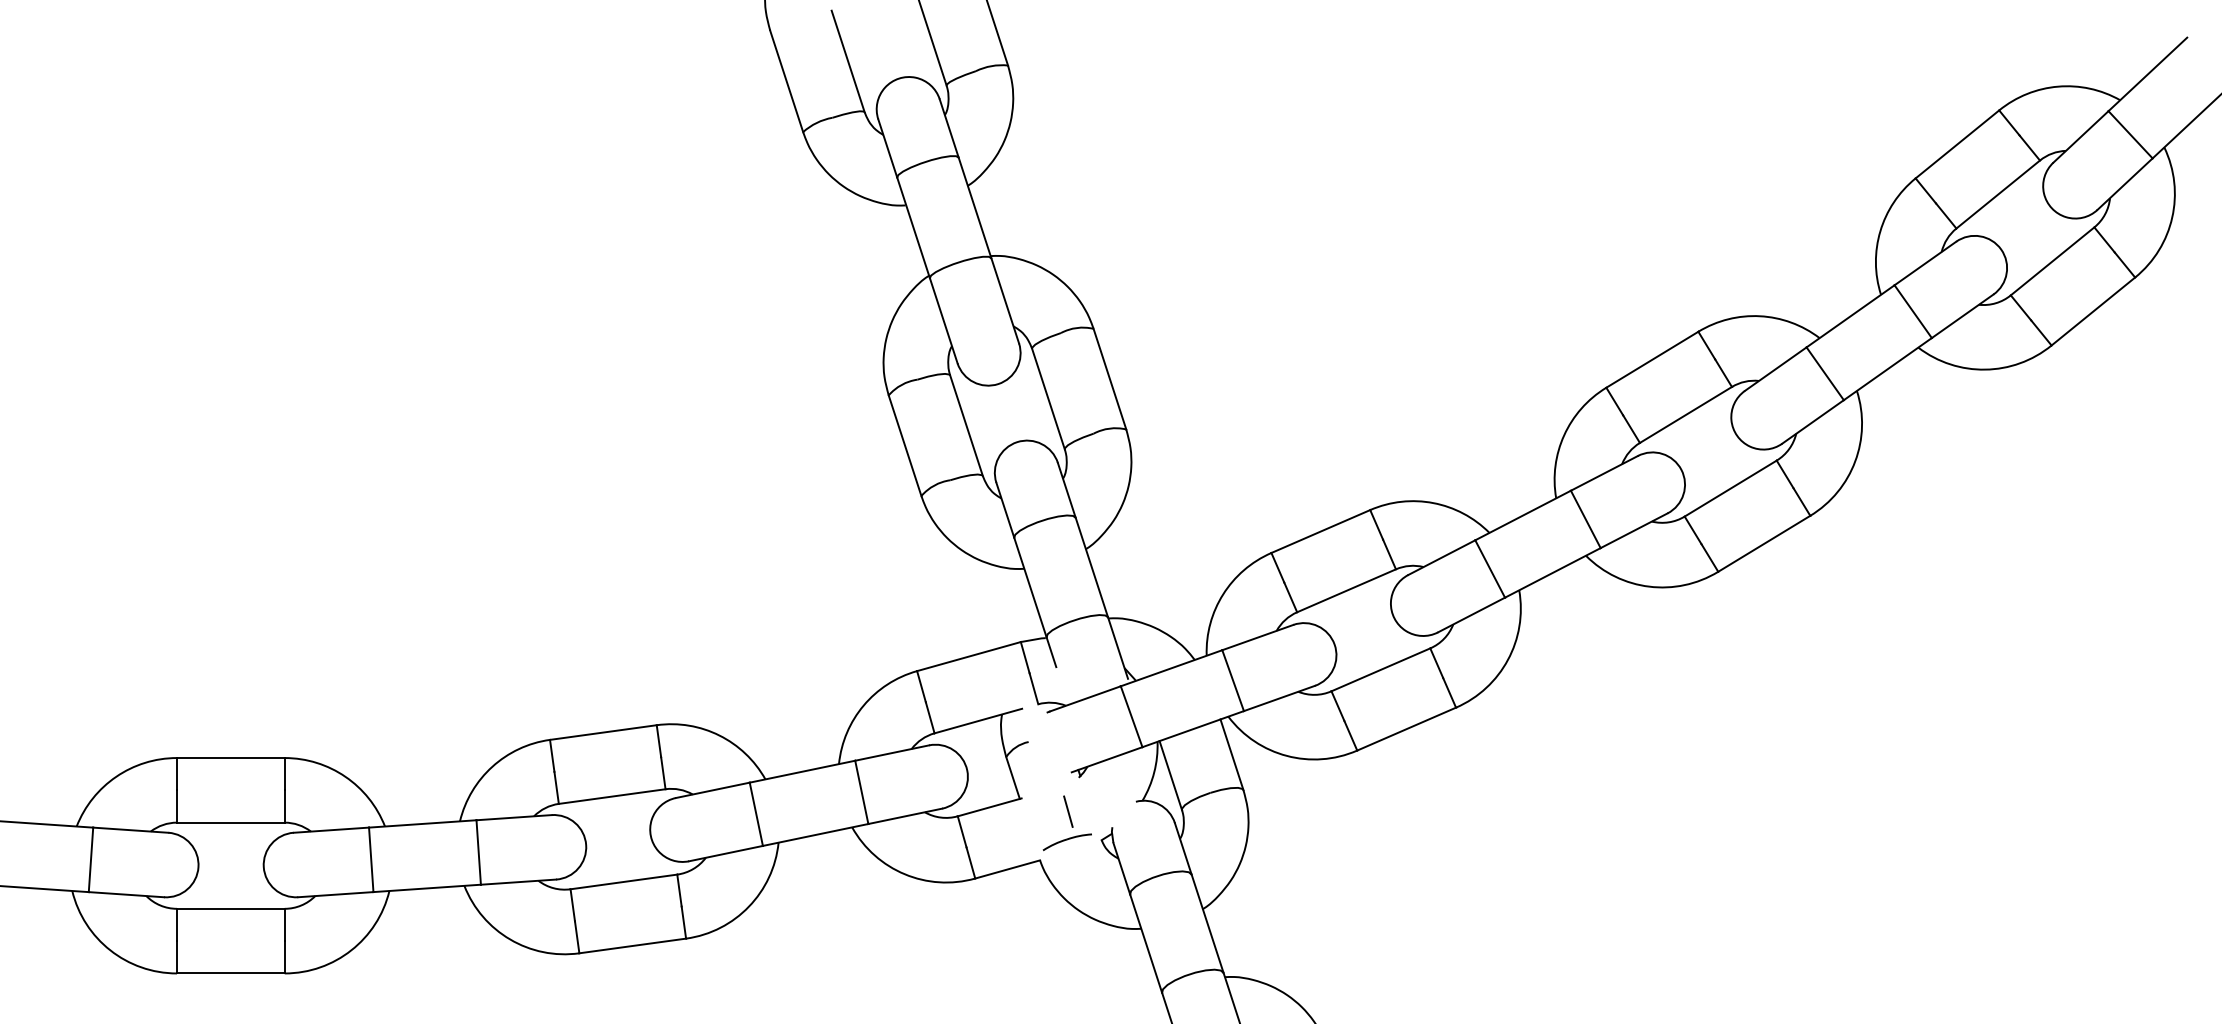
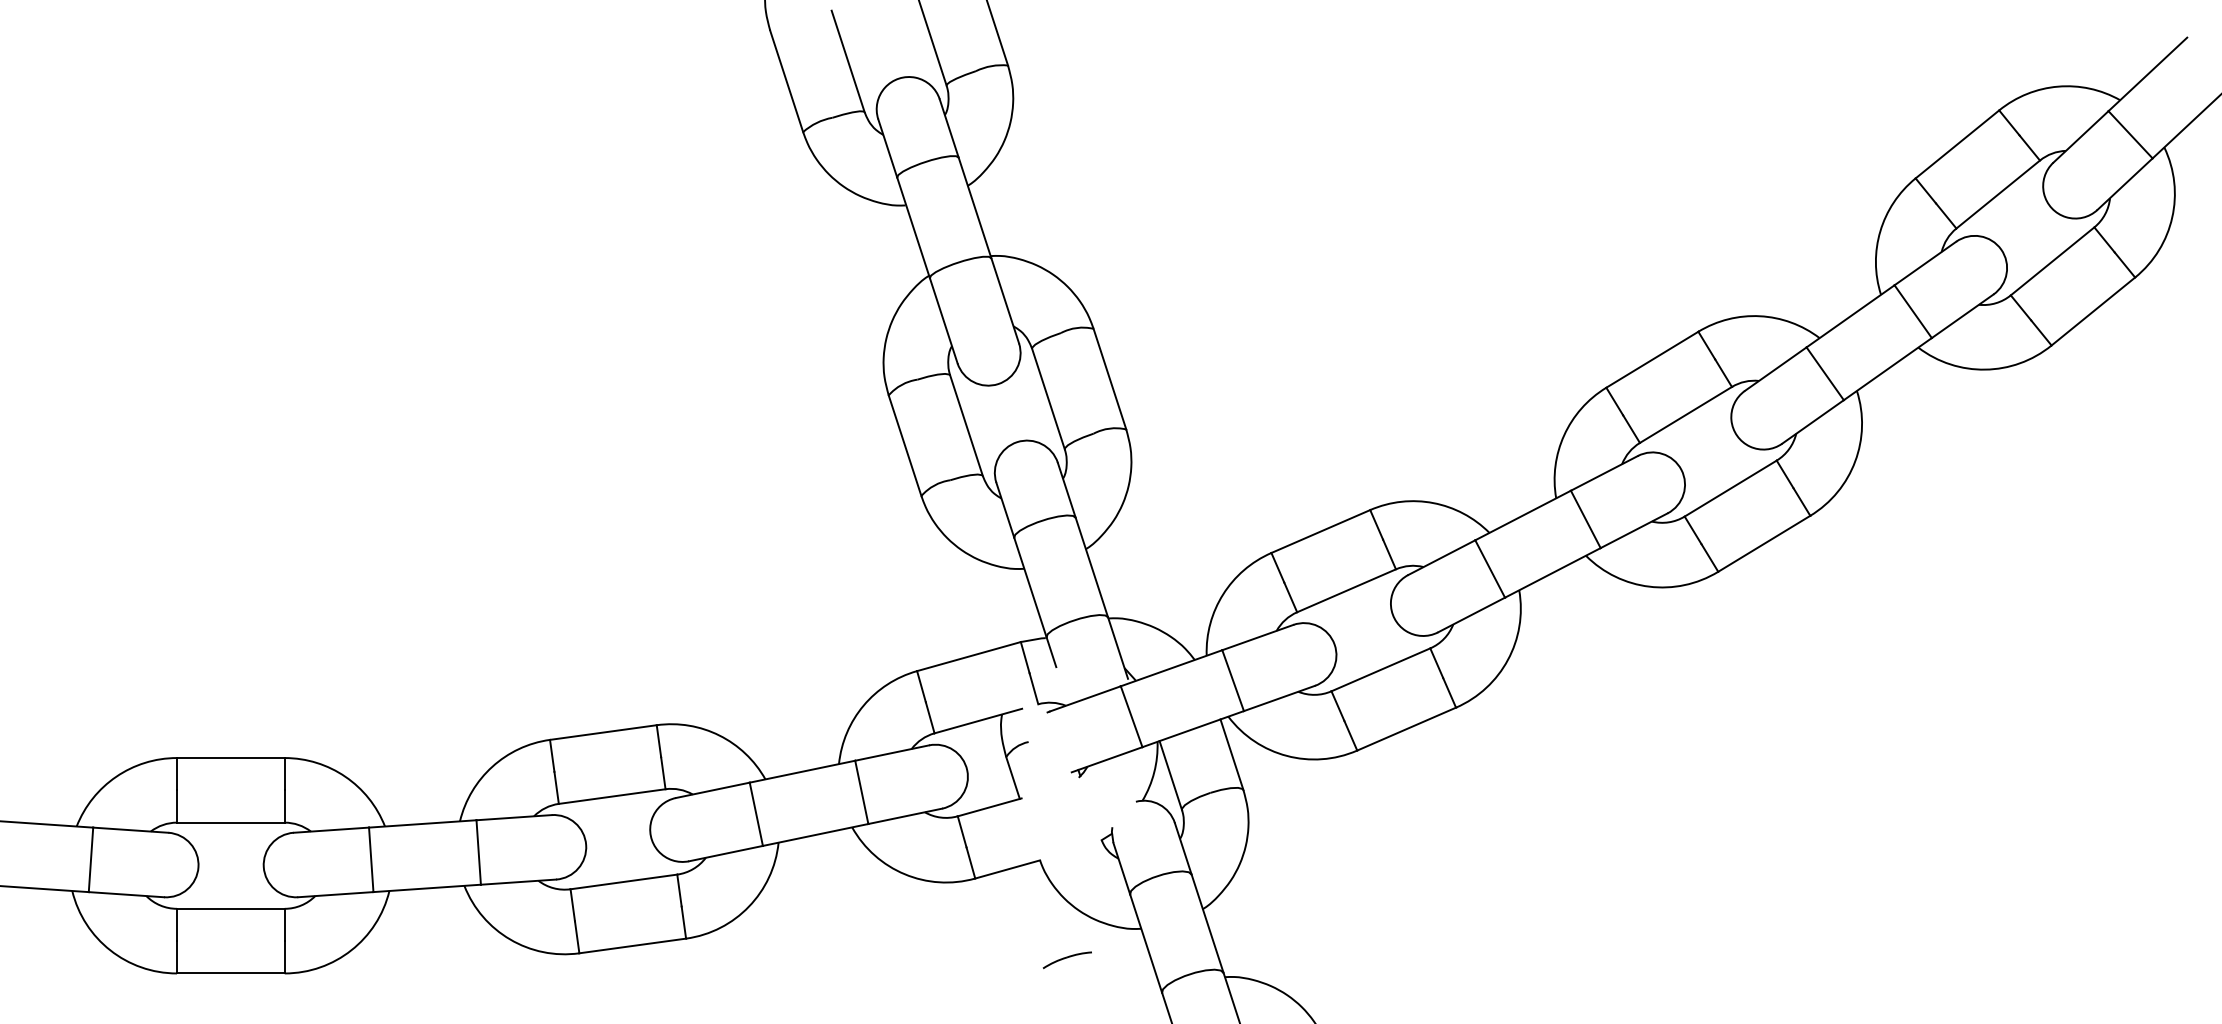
line at (1068, 811): present -> none
part at (1066, 842) position: (1066, 842) -> (1066, 960)
